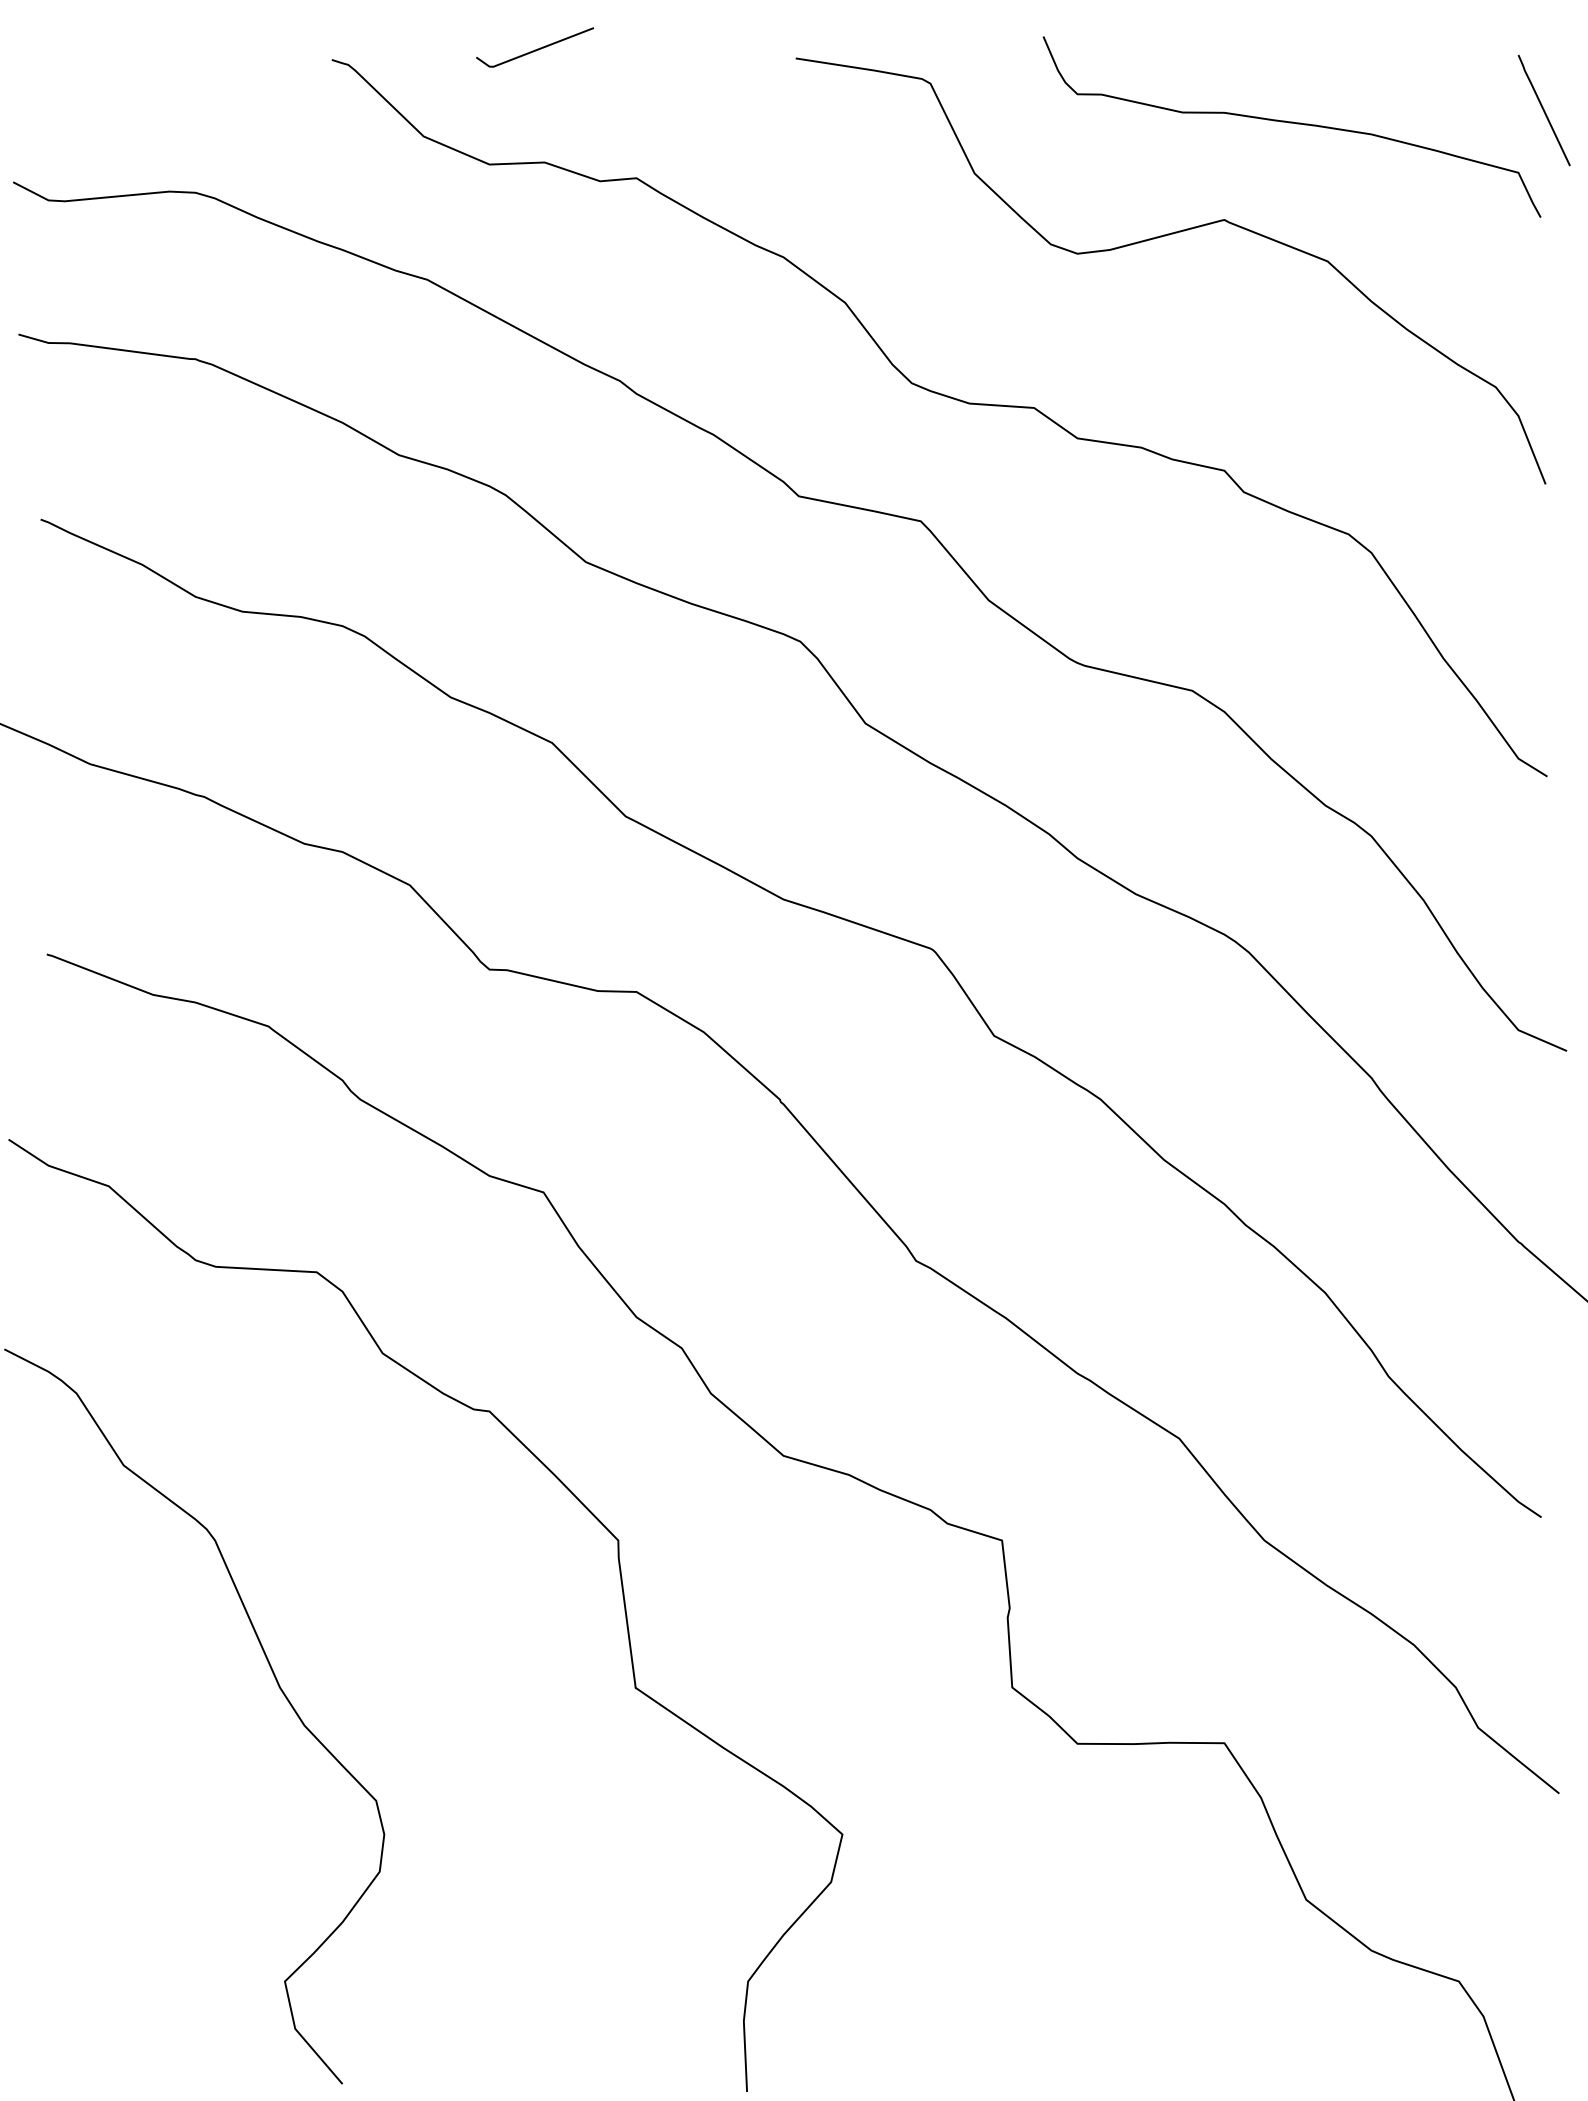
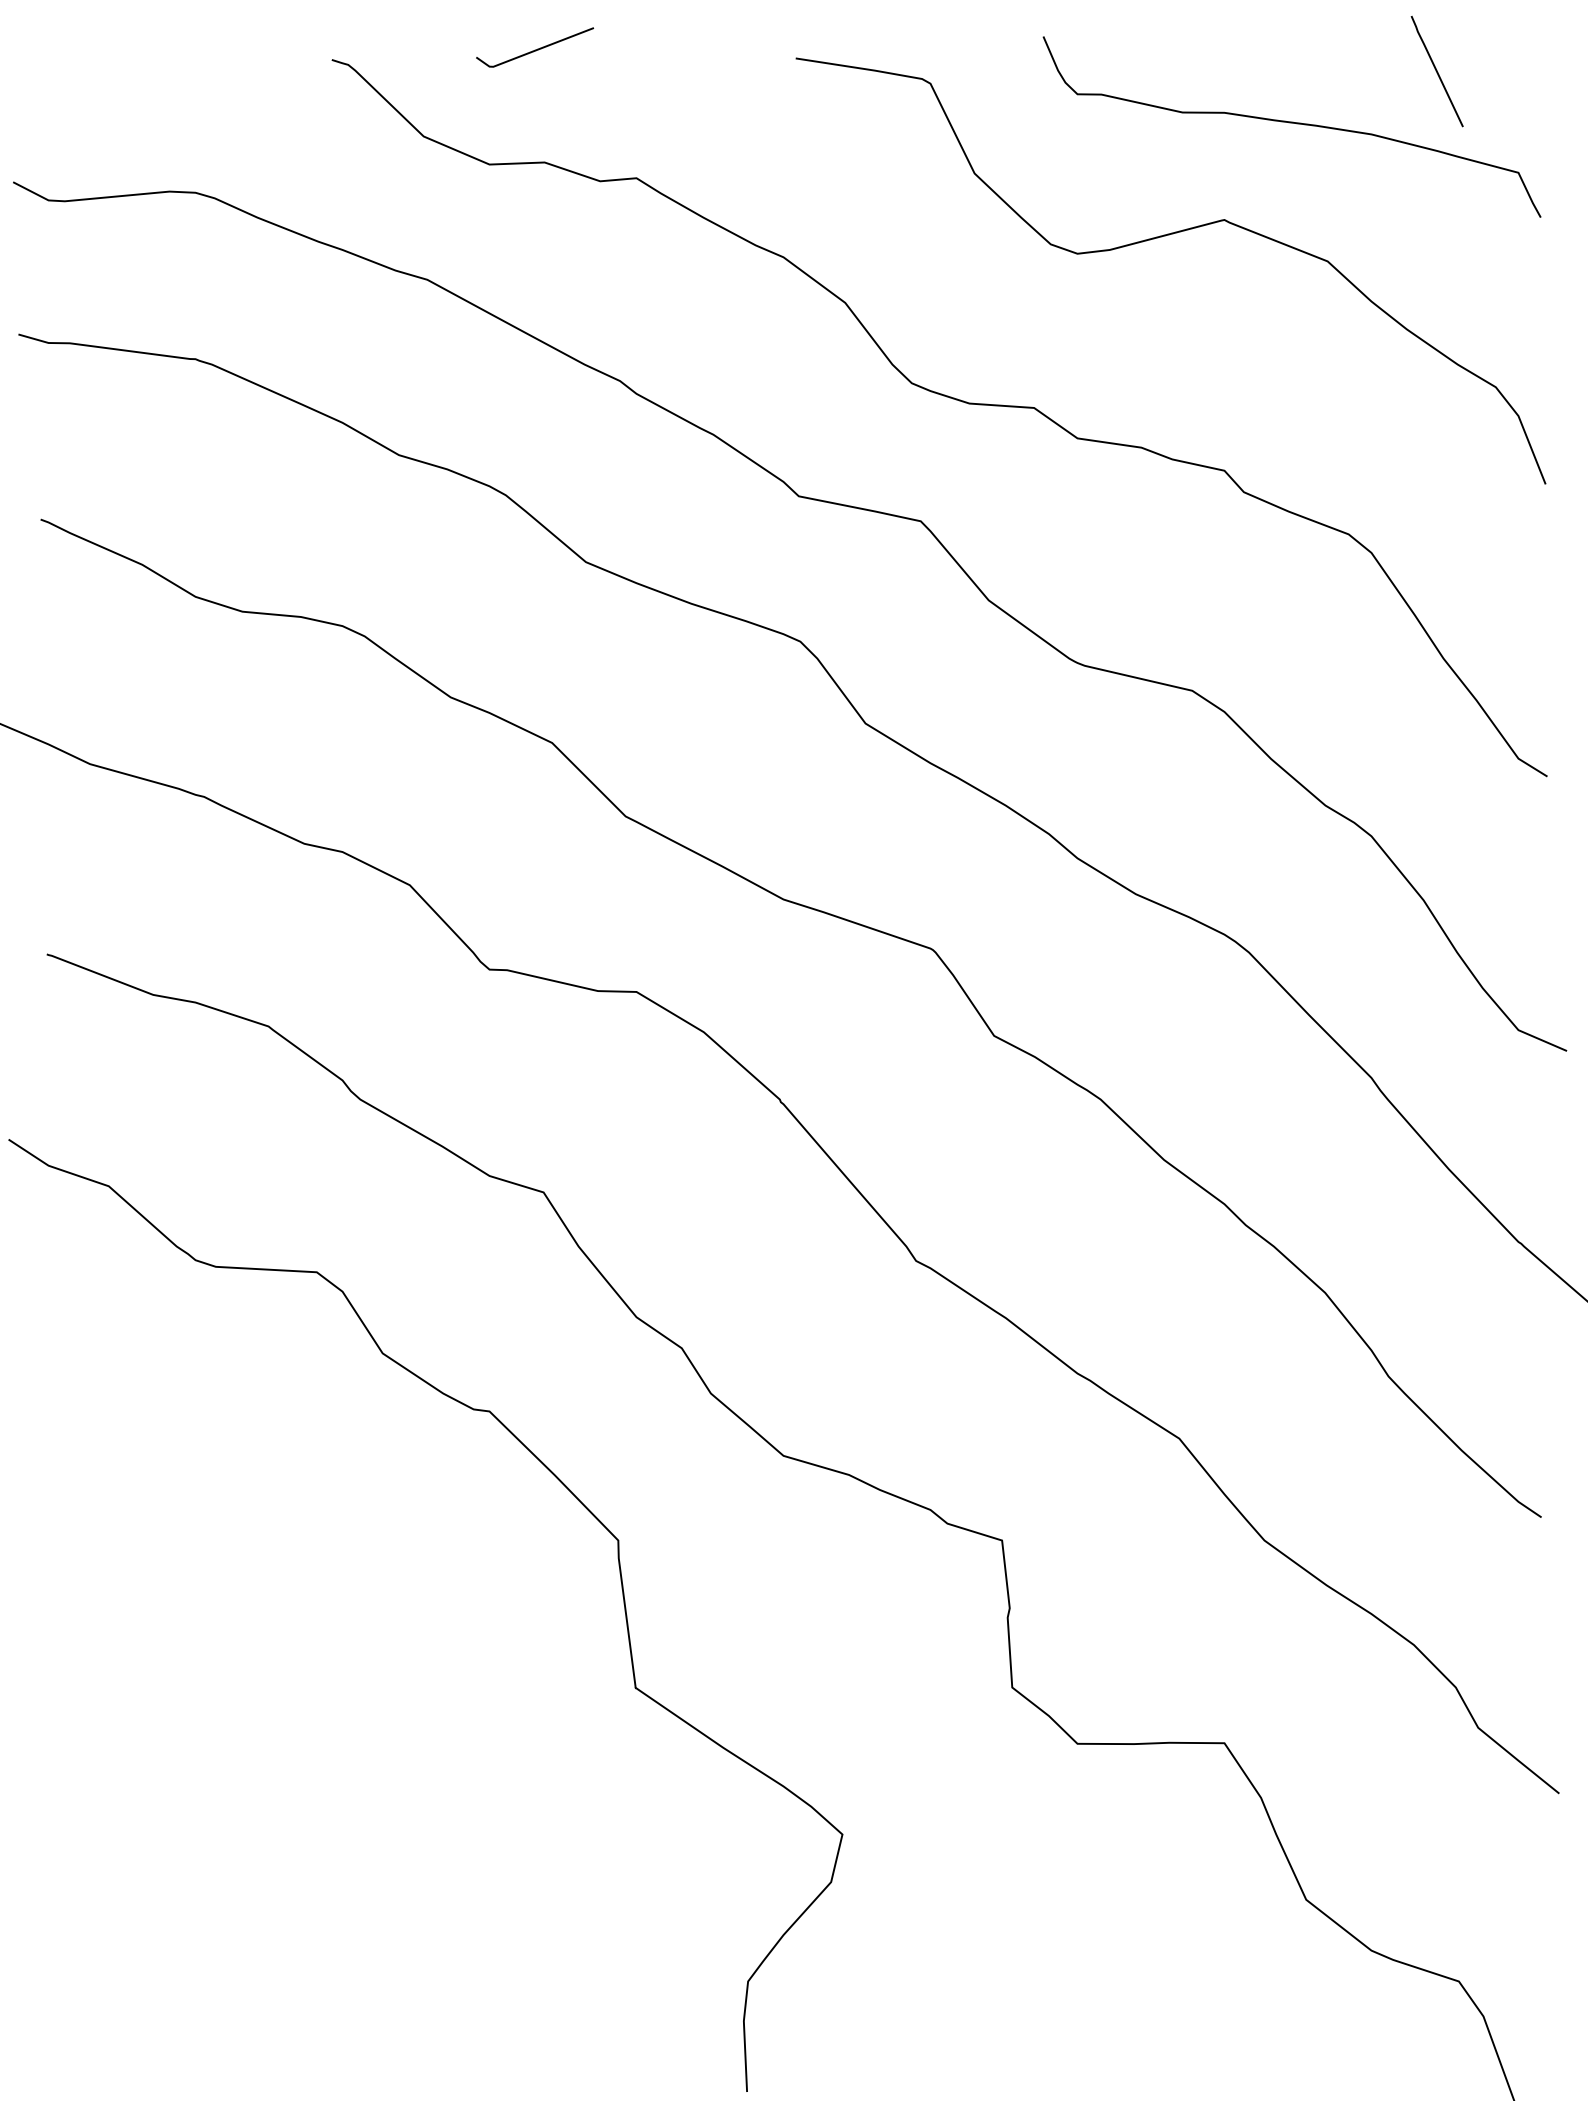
line at (1543, 110) position: (1543, 110) -> (1436, 71)
curve at (275, 1680): present -> none
